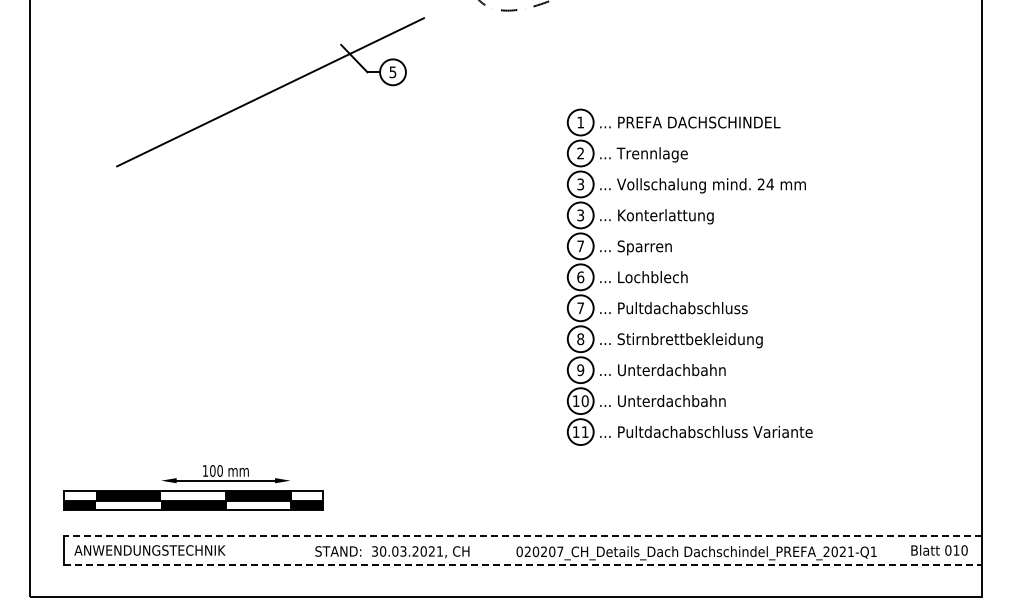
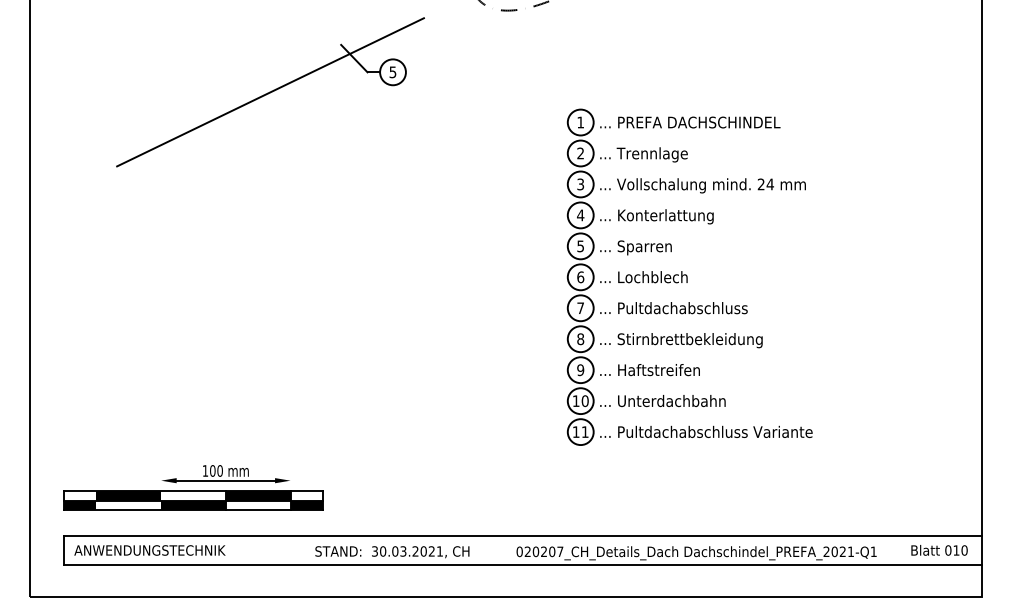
text at (580, 215): 3 -> 4
text at (580, 246): 7 -> 5
text at (671, 370): ... Unterdachbahn -> ... Haftstreifen
line at (522, 536): dashed -> solid
line at (522, 564): dashed -> solid
